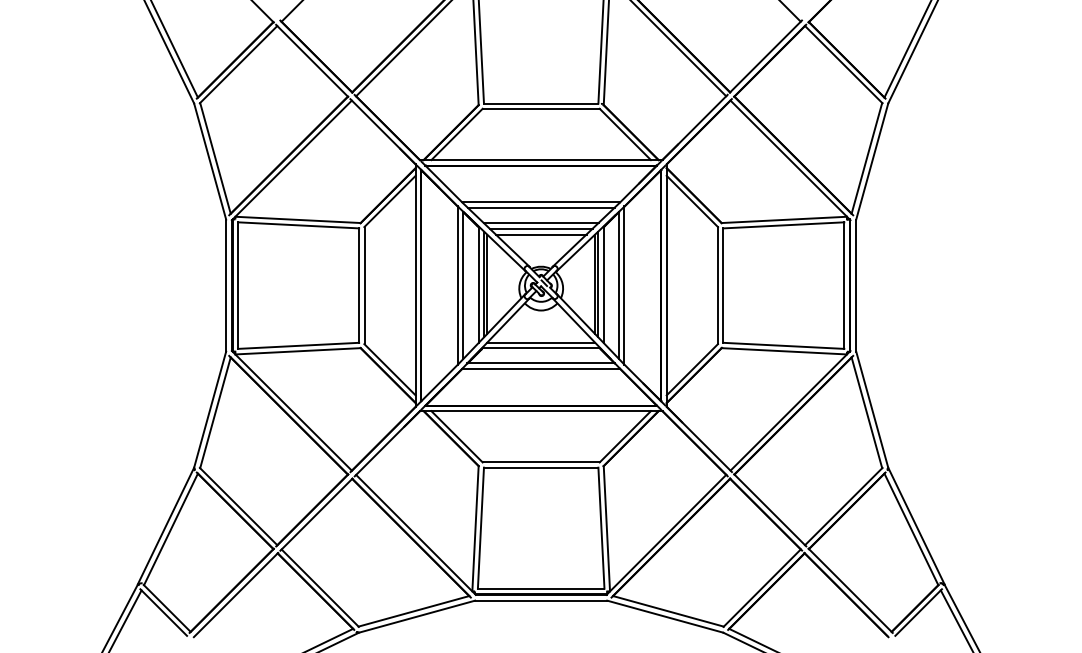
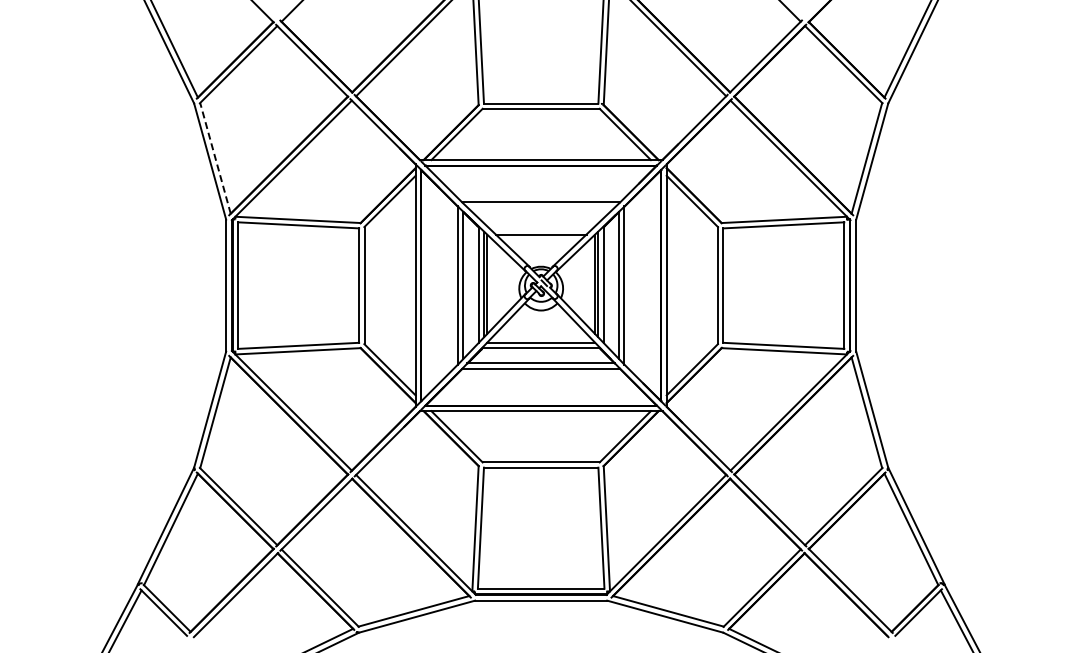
line at (215, 157): solid -> dashed
line at (540, 207): present -> none
line at (540, 223): present -> none
line at (540, 228): present -> none
